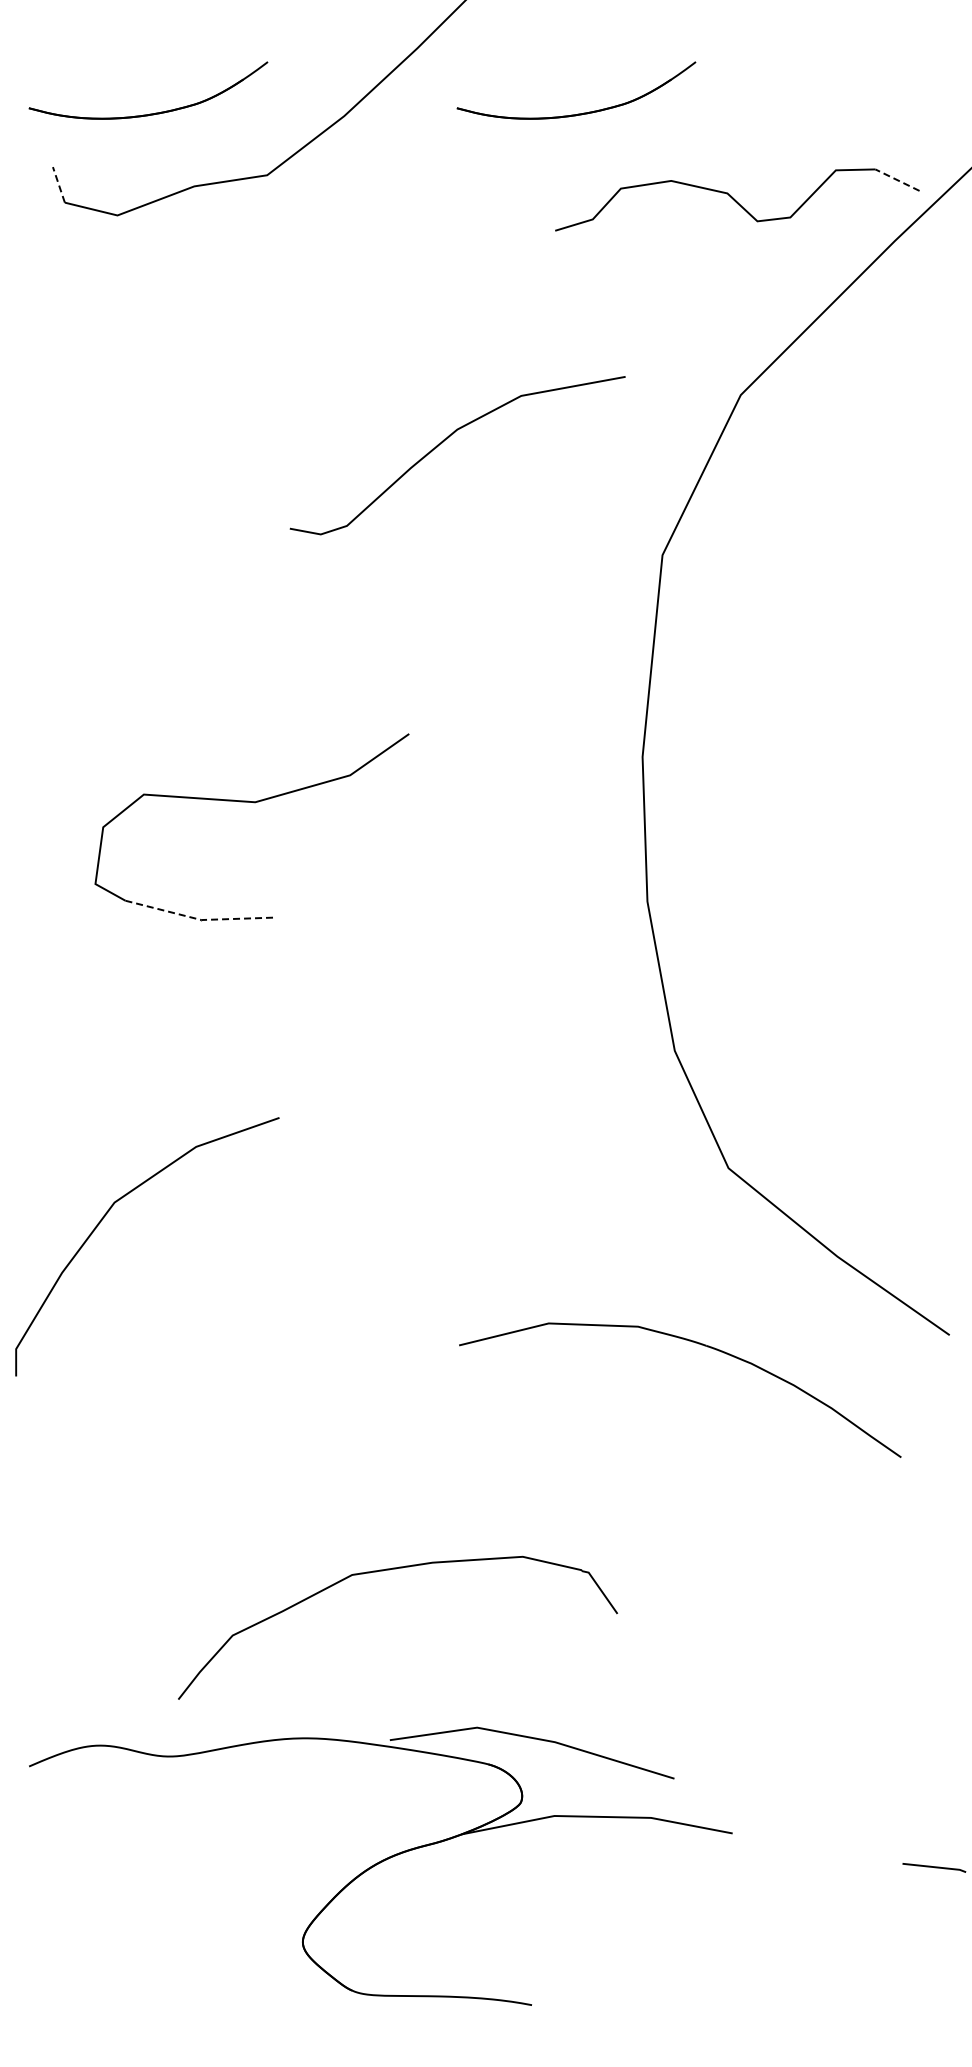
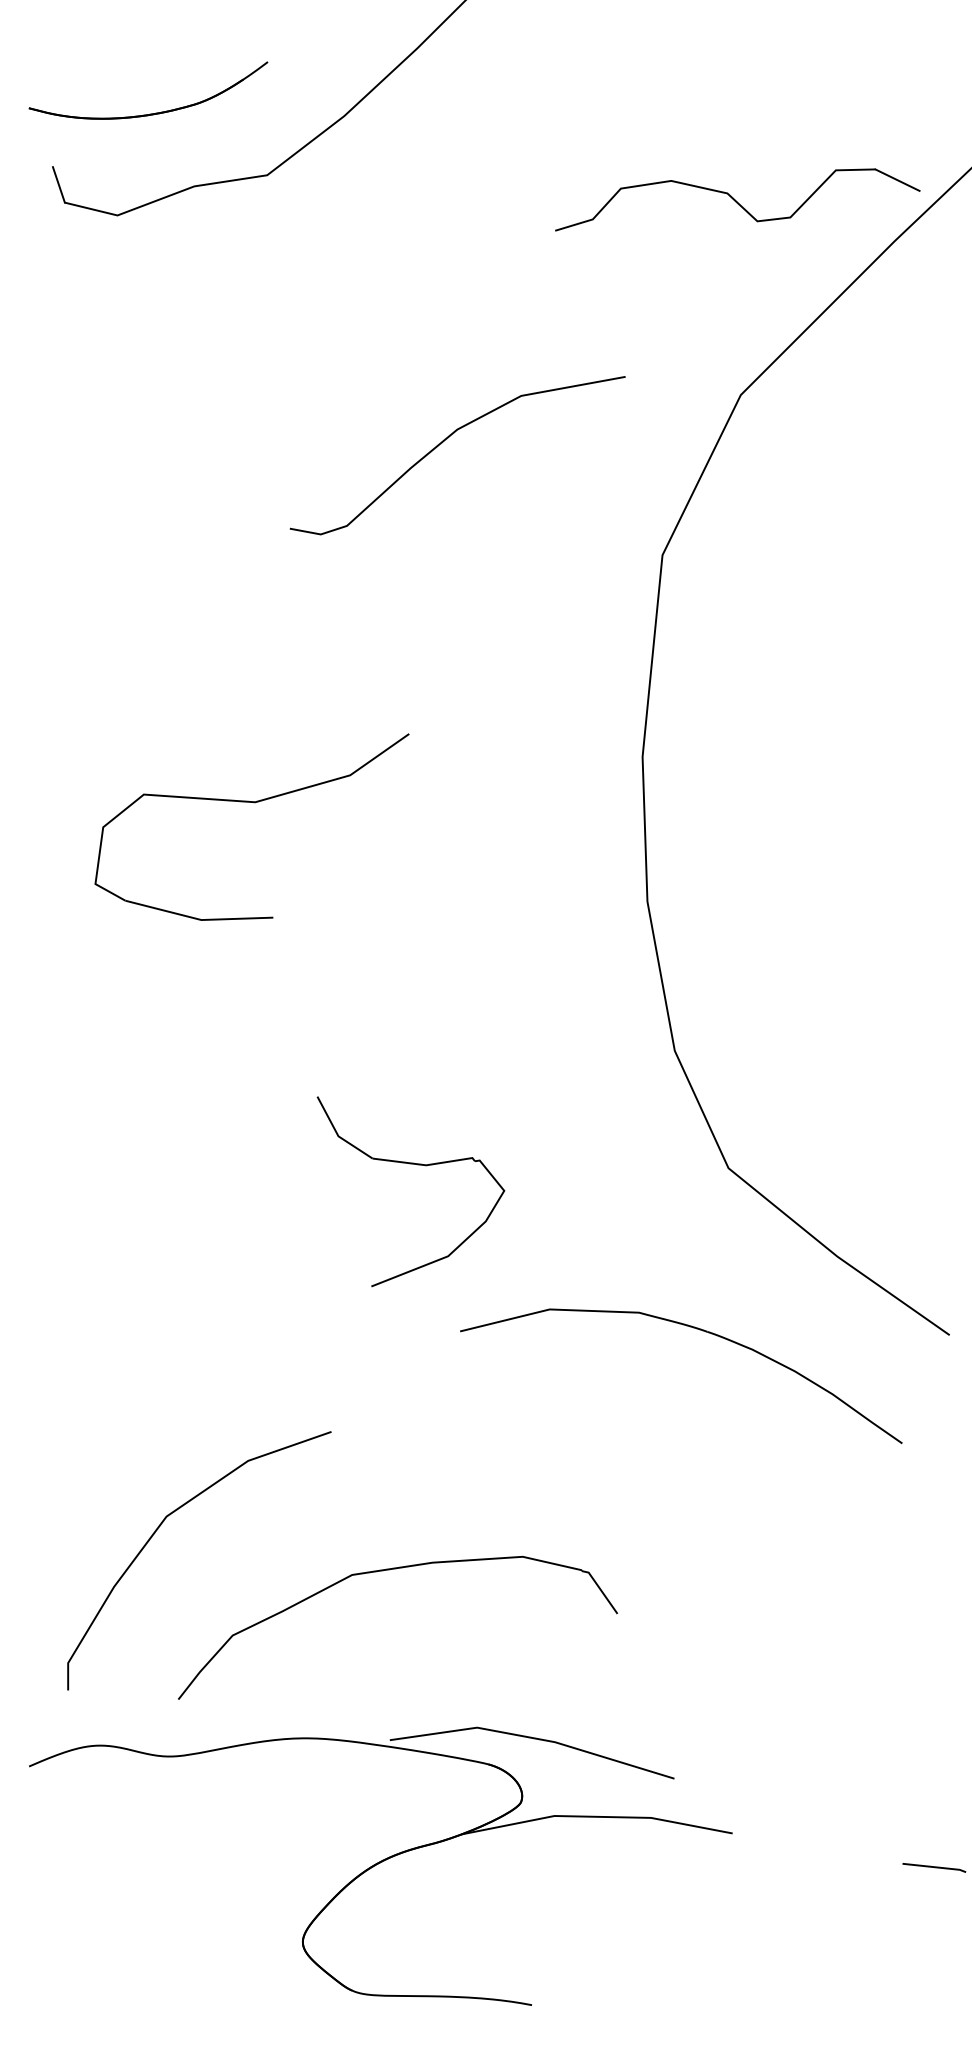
part at (577, 113): present -> none
line at (897, 180): dashed -> solid
line at (58, 184): dashed -> solid
line at (199, 919): dashed -> solid
part at (417, 1165): none -> present
curve at (106, 1215) position: (106, 1215) -> (158, 1529)
part at (695, 1343) position: (695, 1343) -> (696, 1329)
